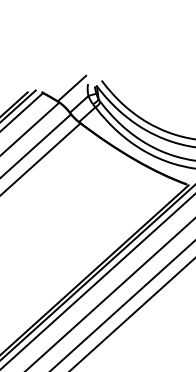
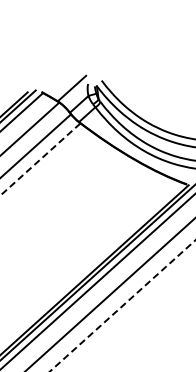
line at (40, 159): solid -> dashed
line at (122, 306): solid -> dashed
line at (132, 314): present -> none
